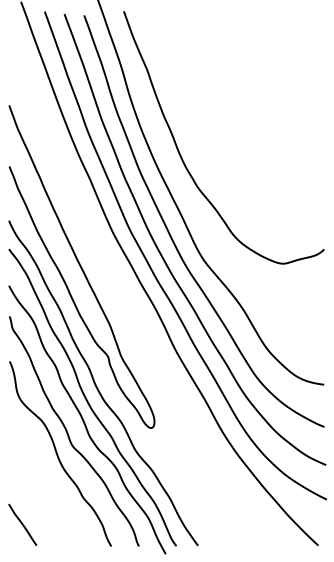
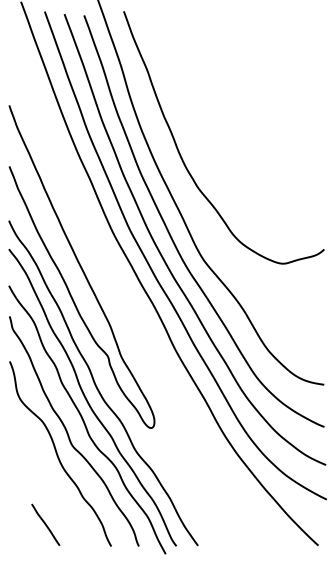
line at (22, 524) position: (22, 524) -> (45, 524)
